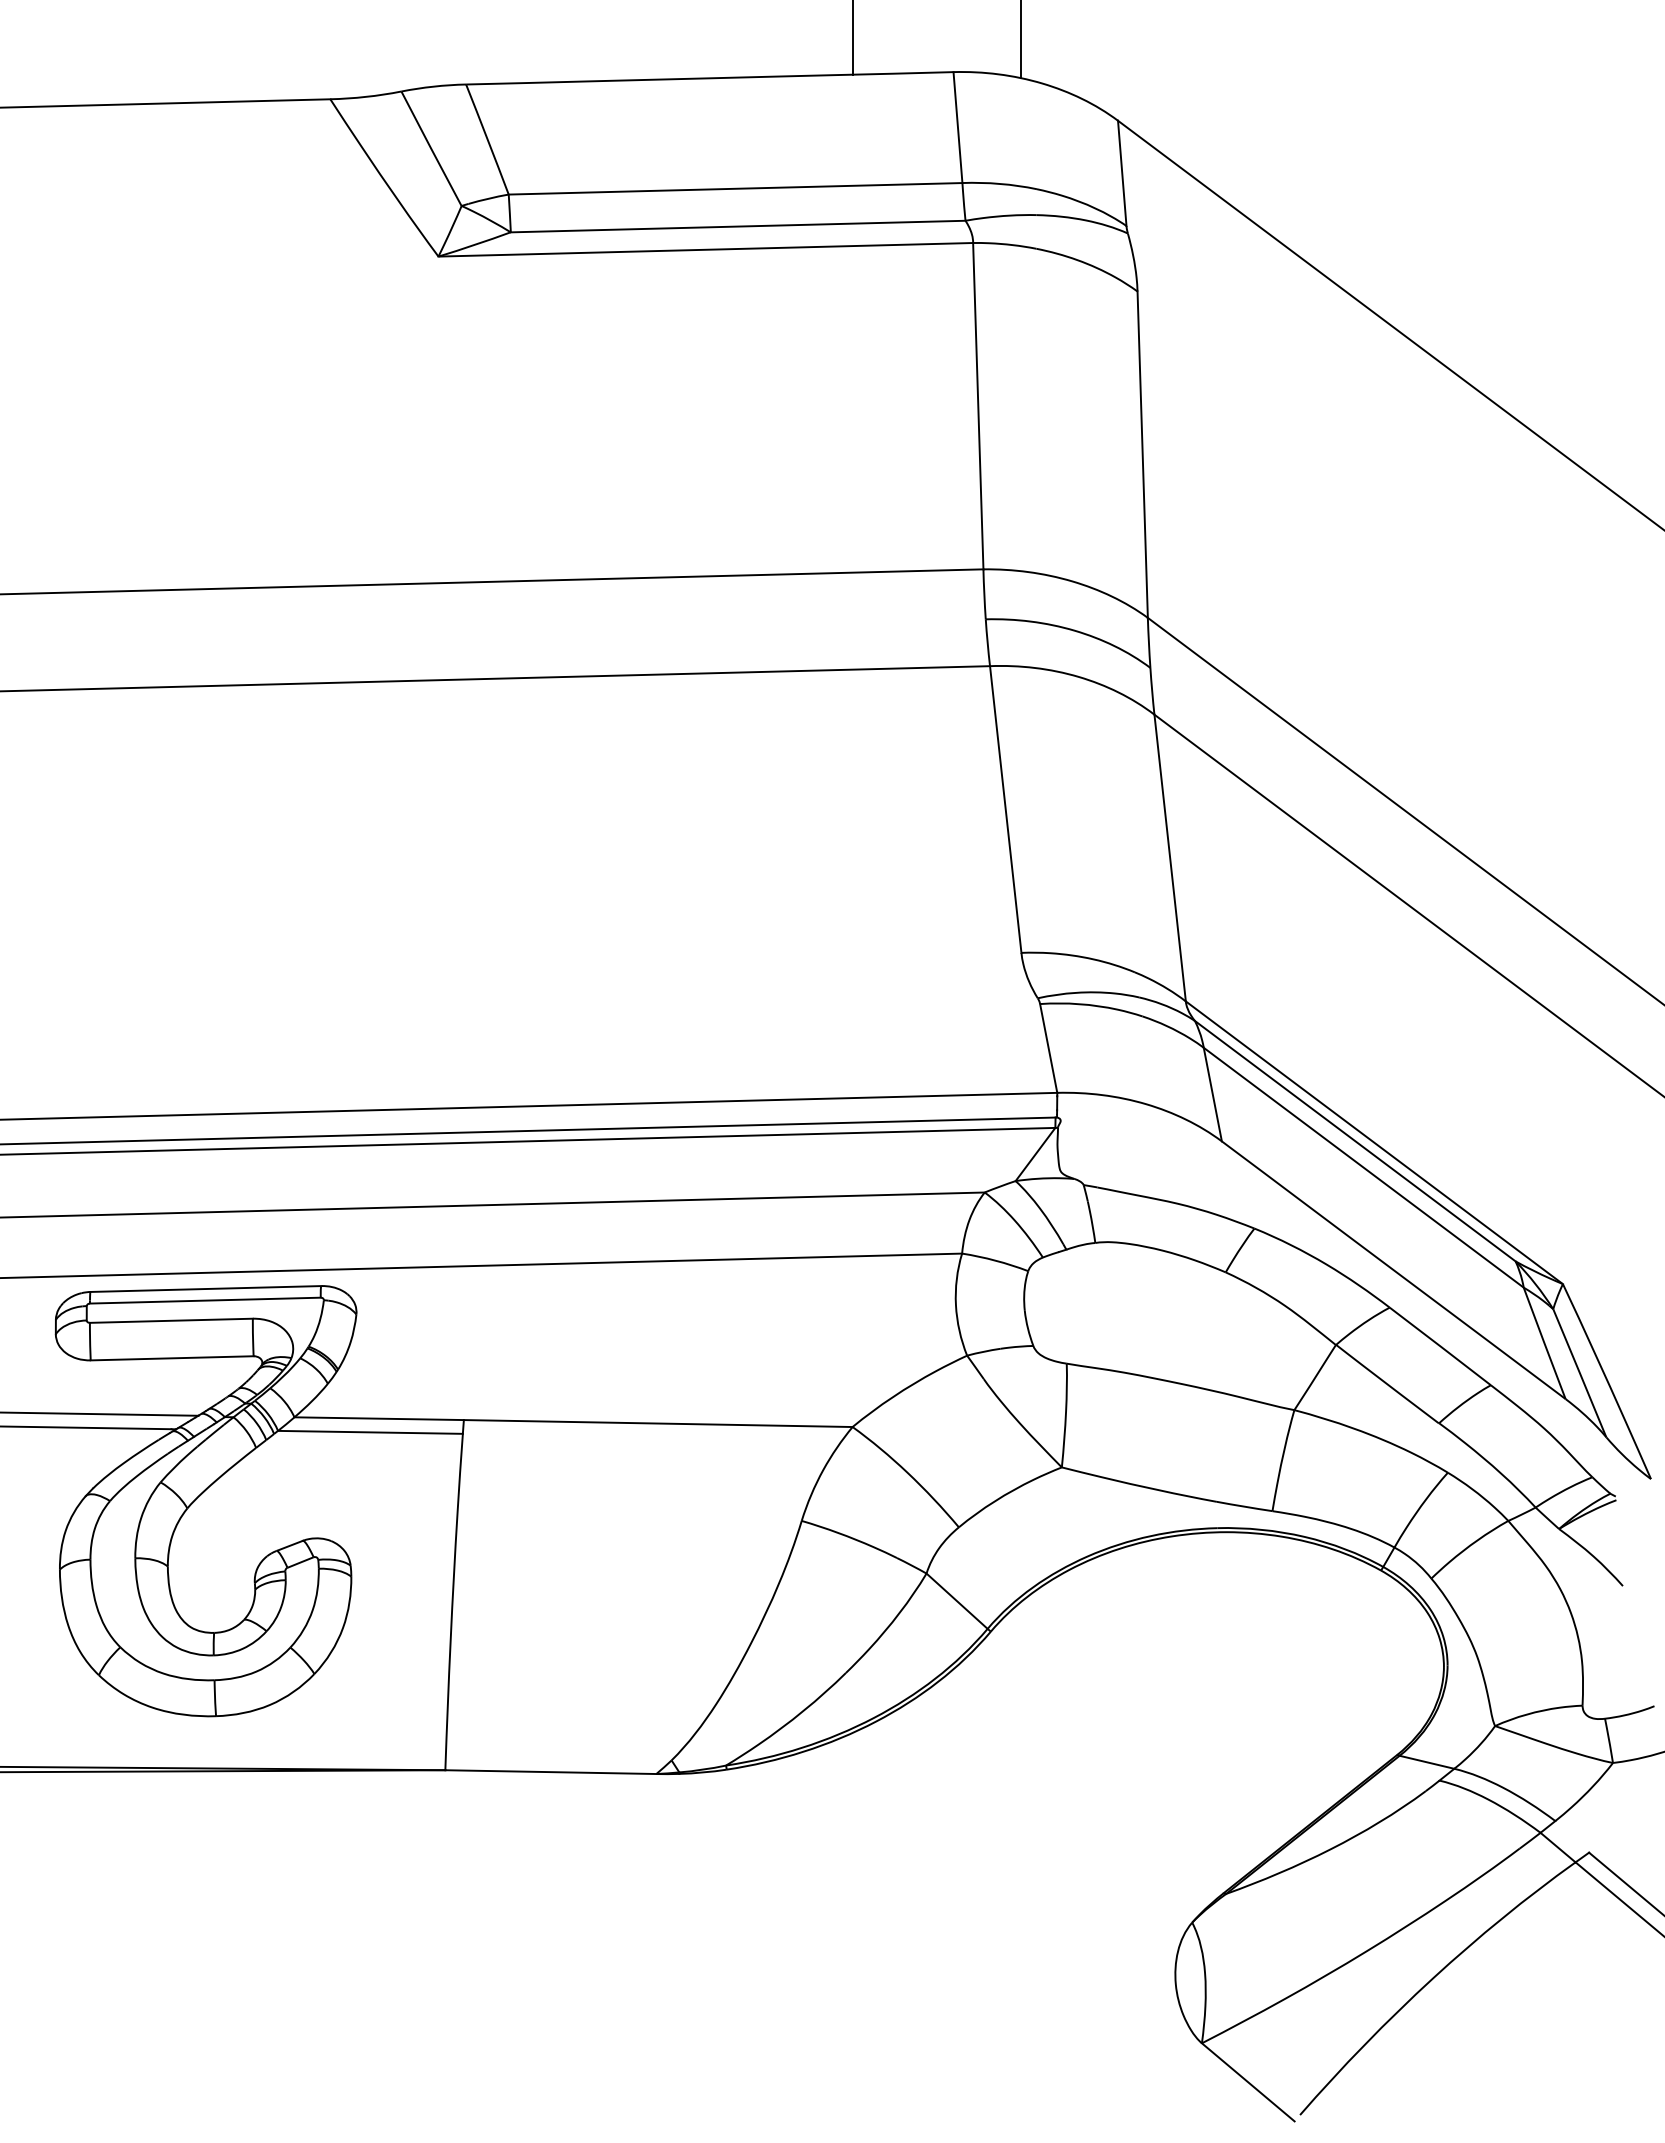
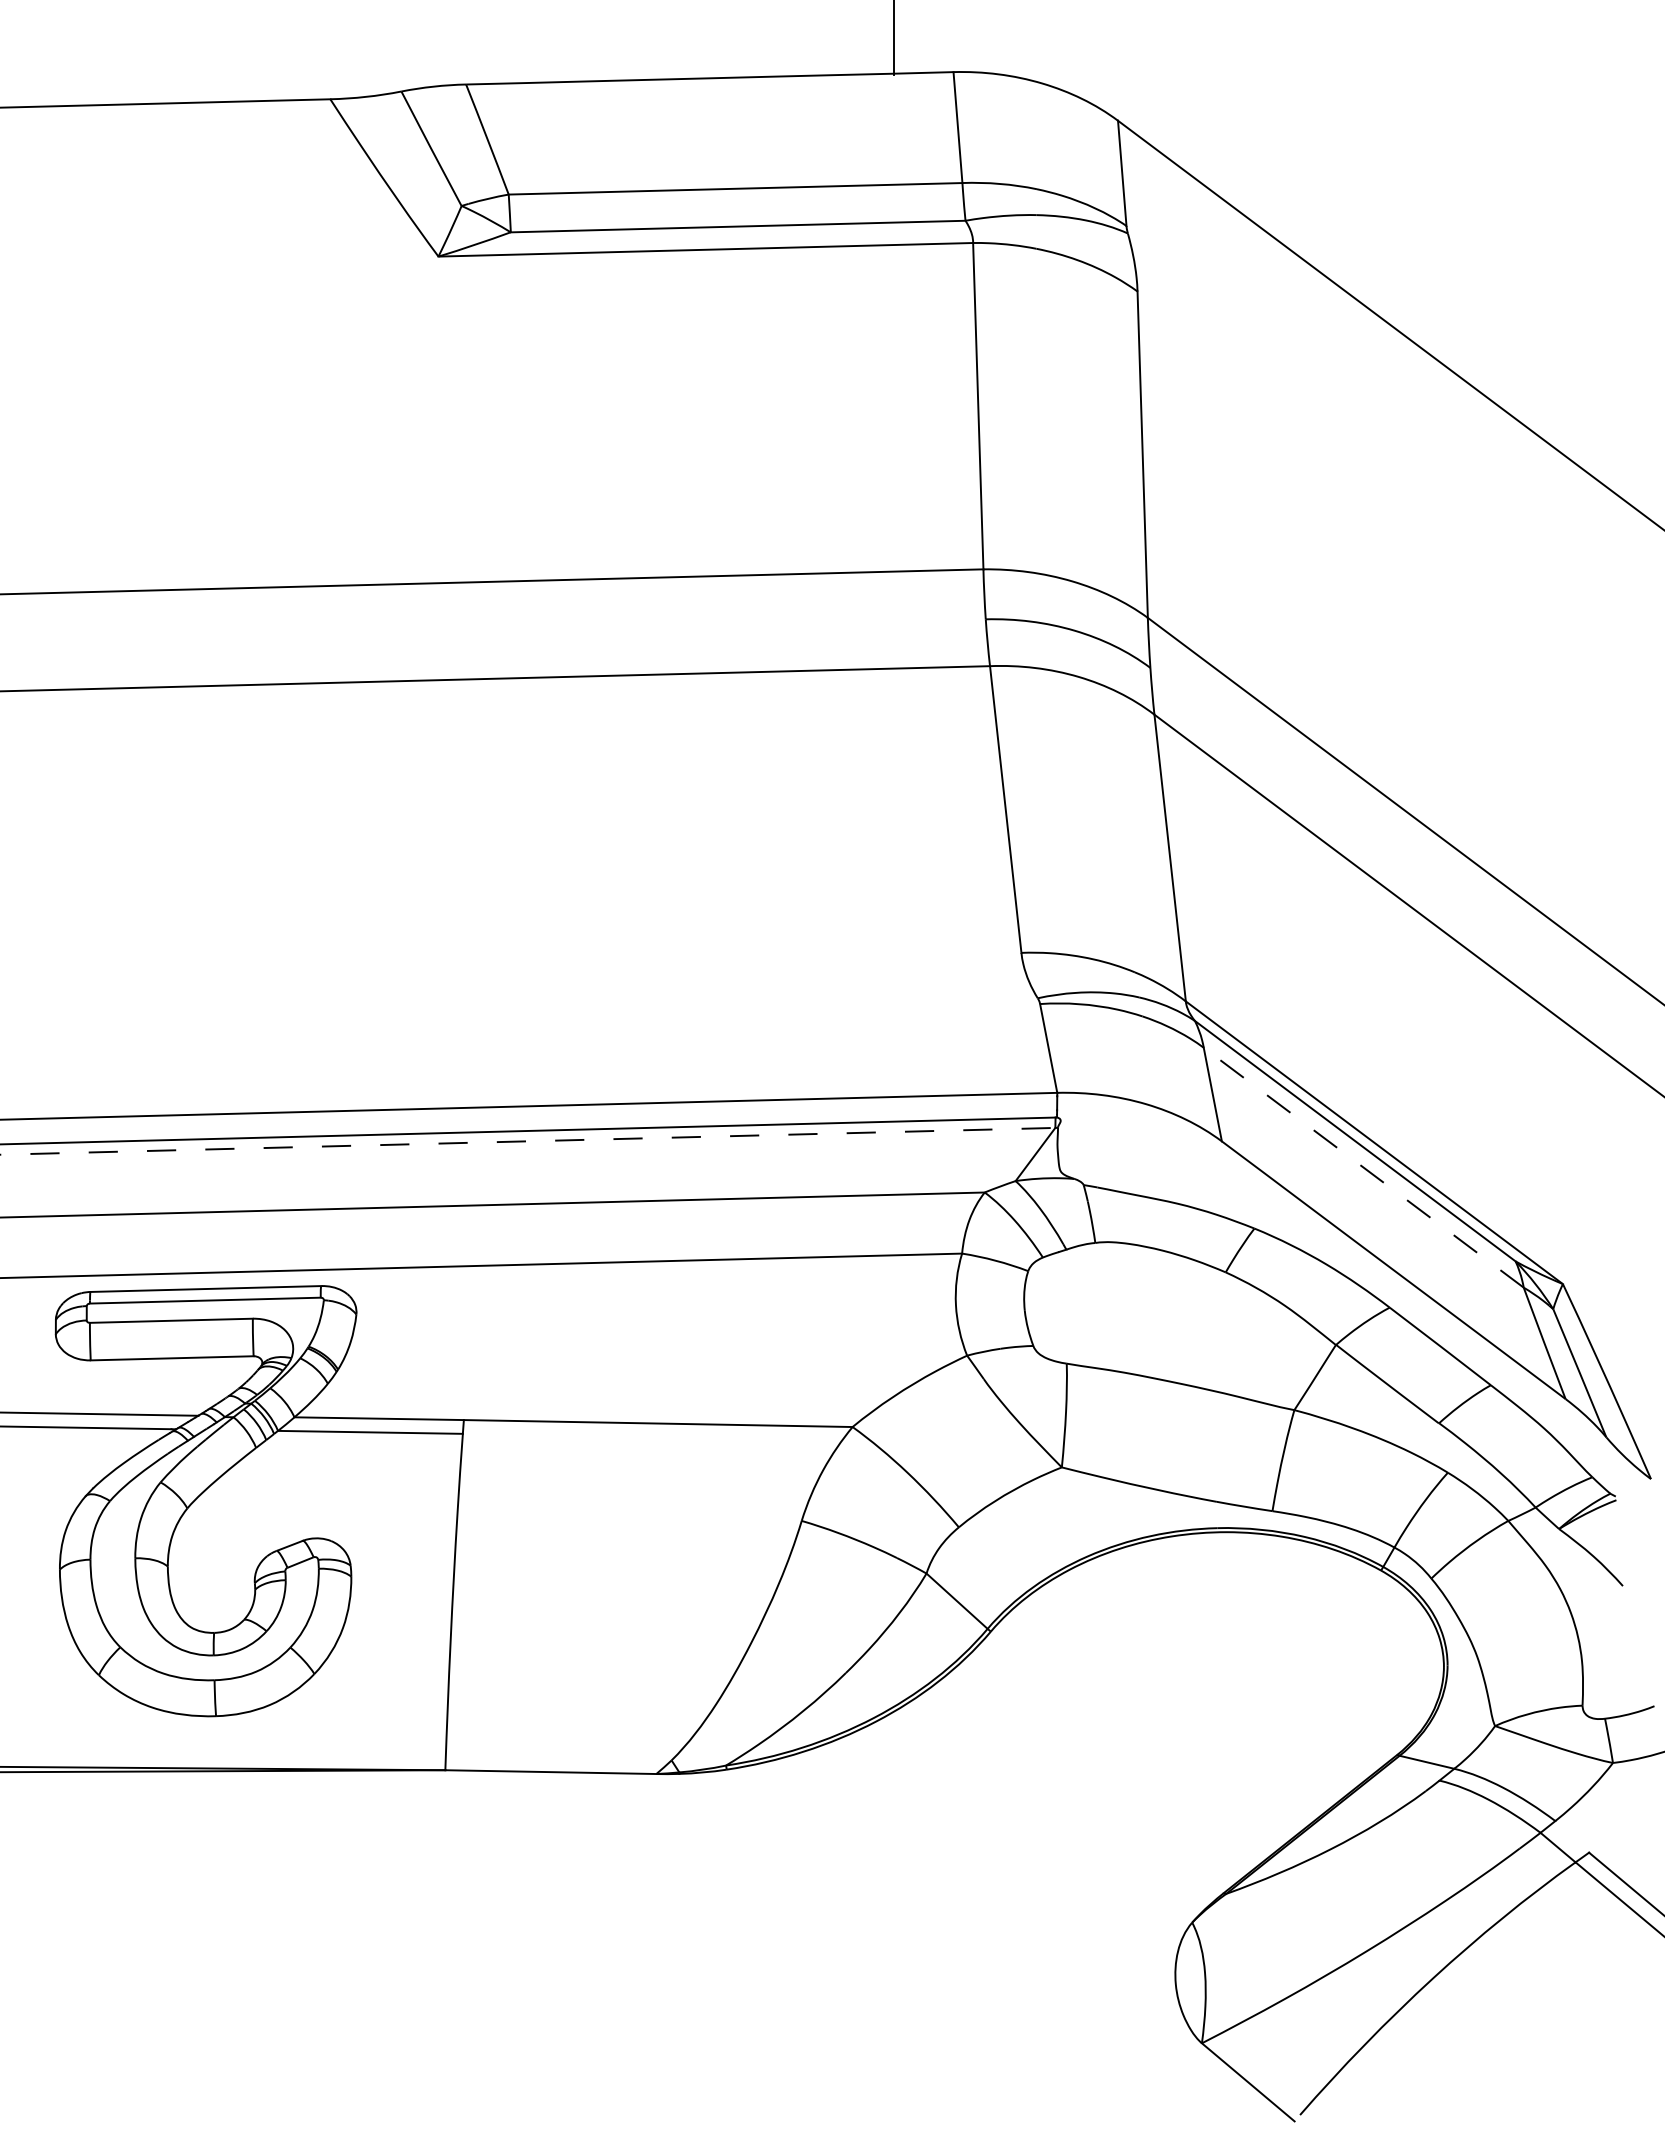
line at (853, 38) position: (853, 38) -> (894, 38)
line at (1020, 40): present -> none
line at (528, 1141): solid -> dashed
line at (1363, 1167): solid -> dashed
